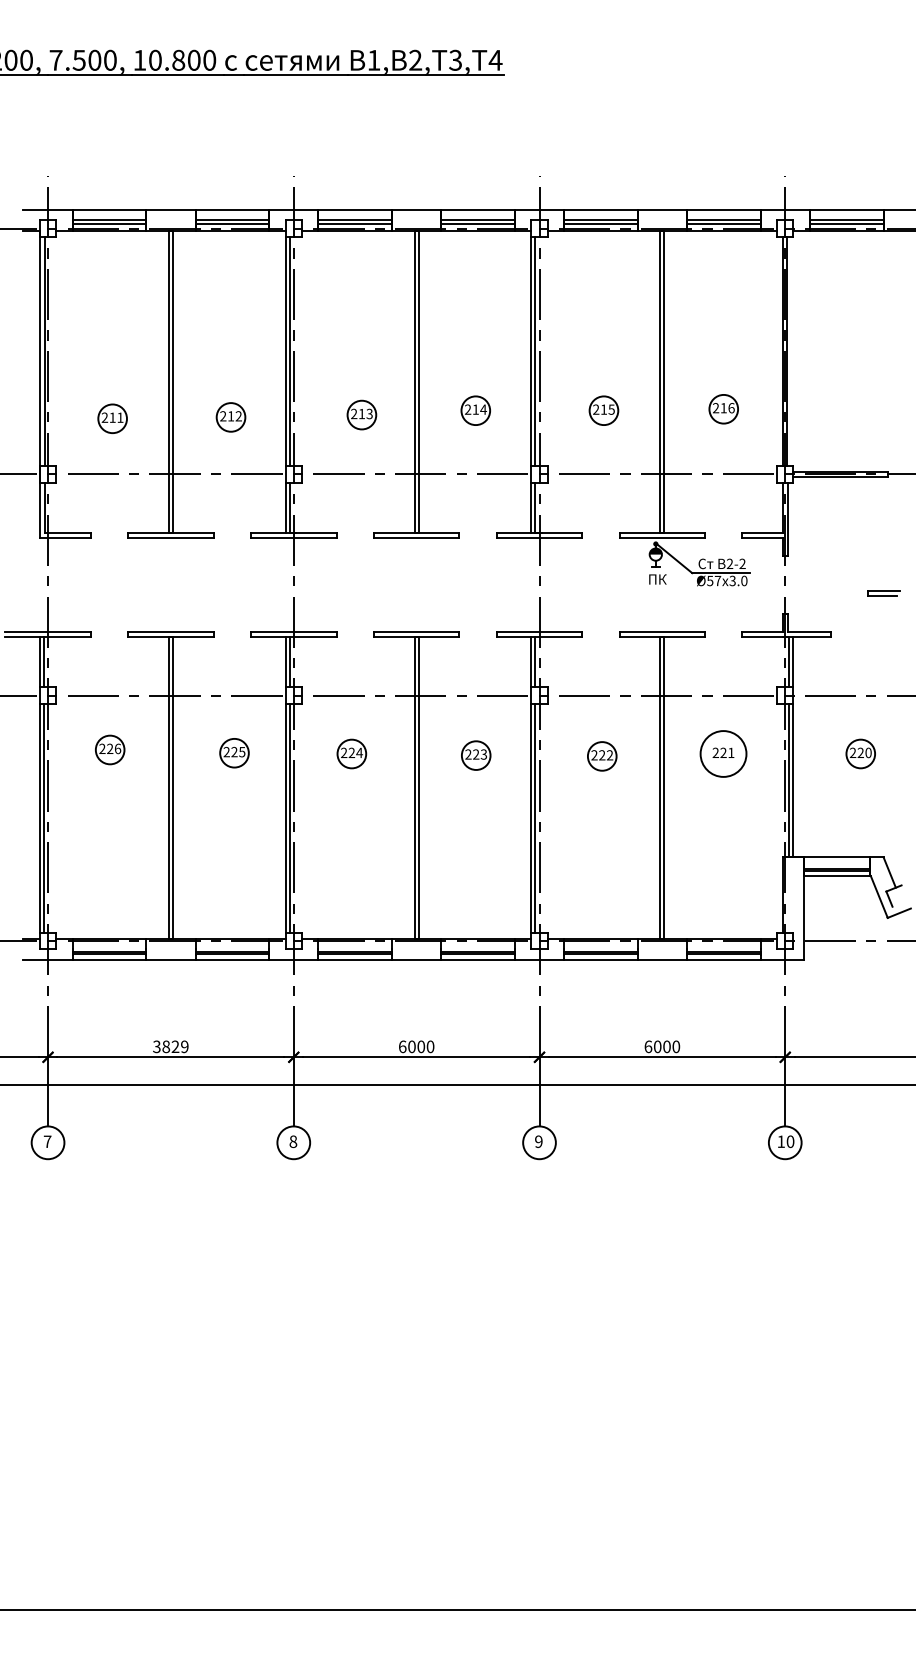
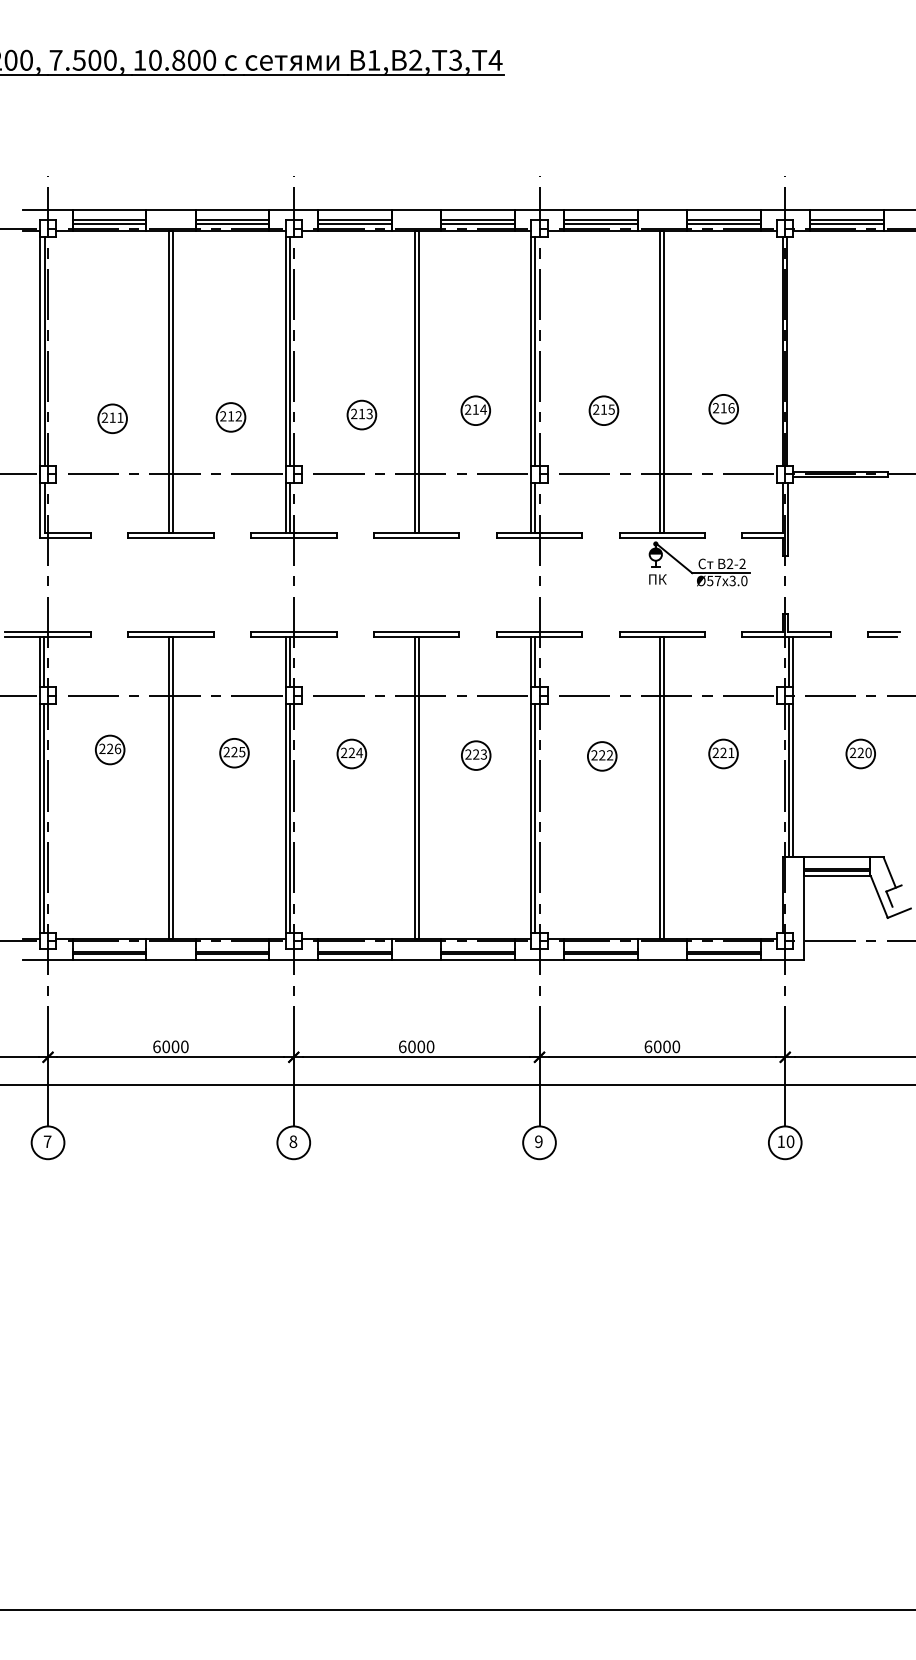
part at (883, 593) position: (883, 593) -> (883, 634)
circle at (723, 753) diameter: 46 px -> 29 px
text at (170, 1046): 3829 -> 6000
